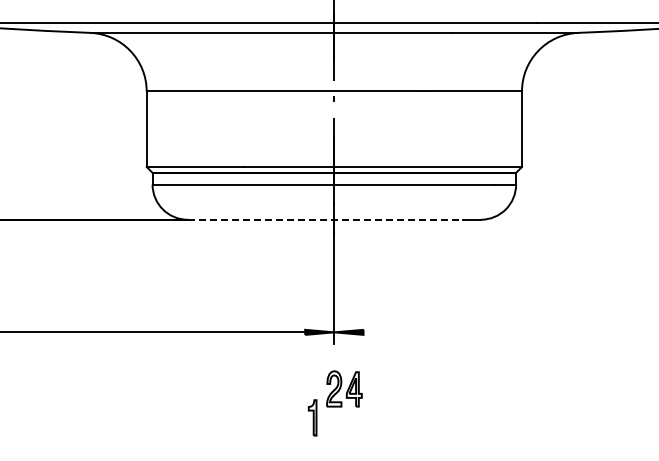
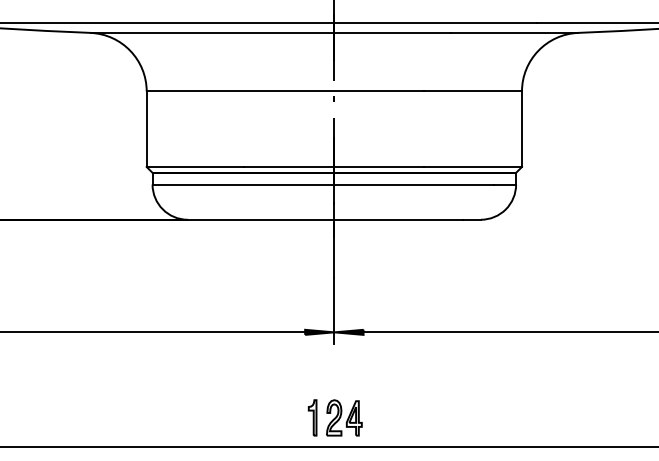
line at (325, 219): dashed -> solid
line at (509, 332): none -> present
part at (344, 388) position: (344, 388) -> (344, 417)
line at (328, 447): none -> present
